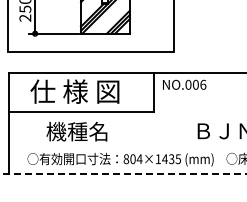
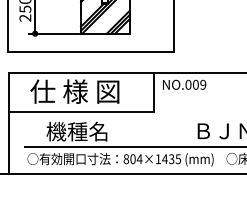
text at (203, 84): NO.006 -> NO.009
line at (133, 147): none -> present
line at (123, 174): dashed -> solid
